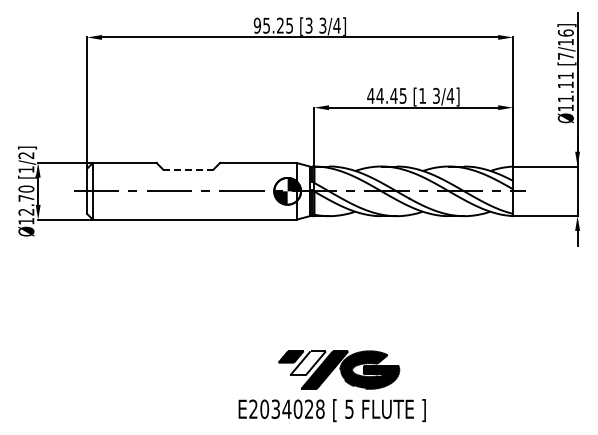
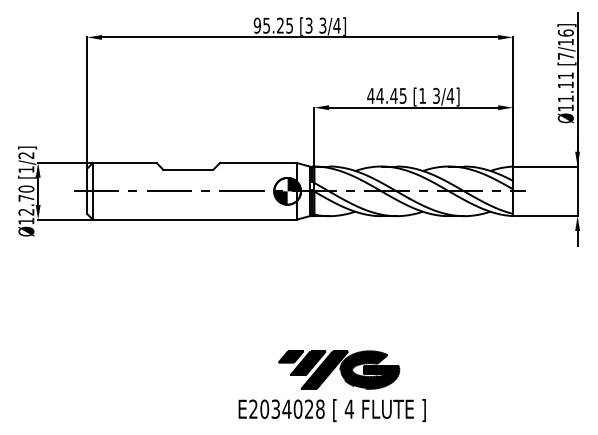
line at (188, 169): dashed -> solid
fill at (307, 363): none -> present
text at (349, 408): 5 -> 4
